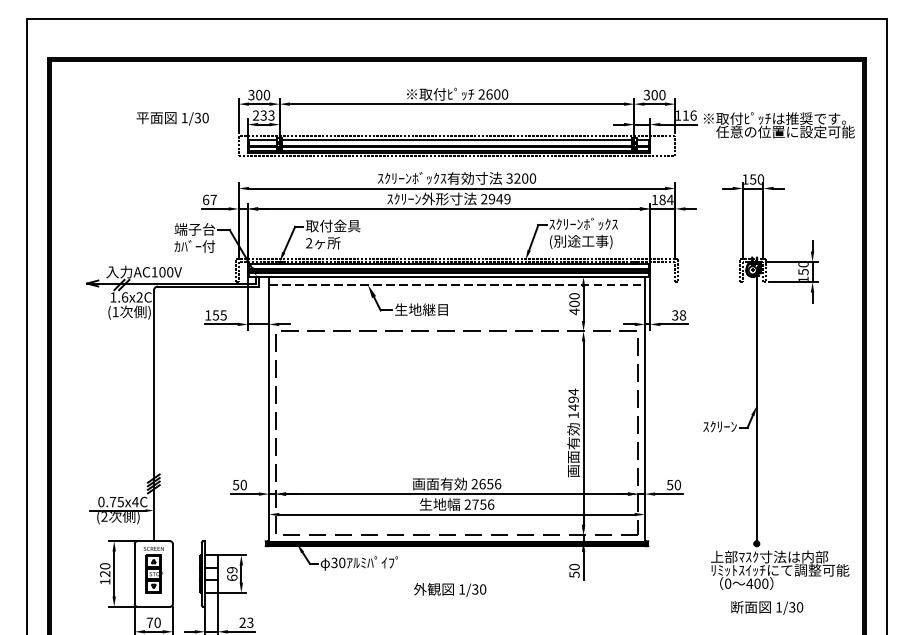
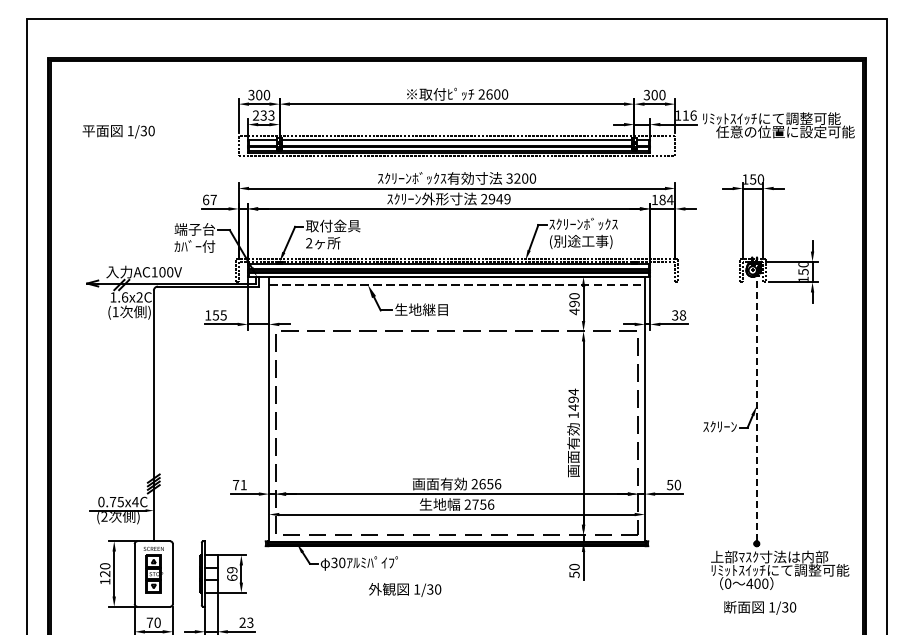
text at (172, 118) position: (172, 118) -> (118, 131)
text at (774, 118): ※取付ﾋﾟｯﾁは推奨です。 -> ﾘﾐｯﾄｽｲｯﾁにて調整可能
text at (574, 303): 400 -> 490
line at (756, 405): solid -> dashed
text at (239, 484): 50 -> 71
text at (450, 589) position: (450, 589) -> (405, 589)
text at (767, 607) position: (767, 607) -> (760, 607)
